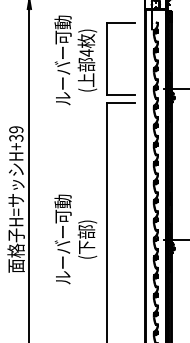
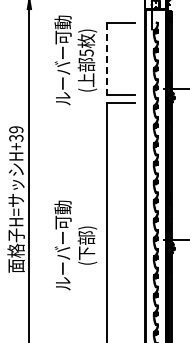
text at (86, 52): 4 -> 5
line at (107, 59): solid -> dashed
text at (75, 239) position: (75, 239) -> (75, 245)
